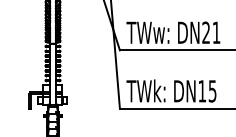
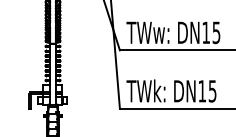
text at (211, 32): DN21 -> DN15
